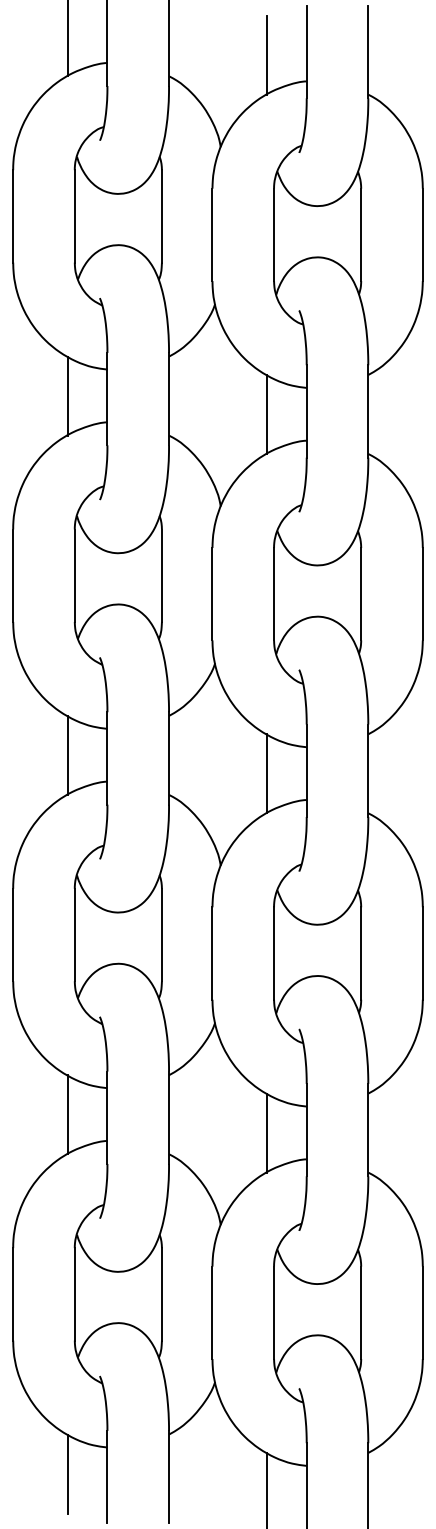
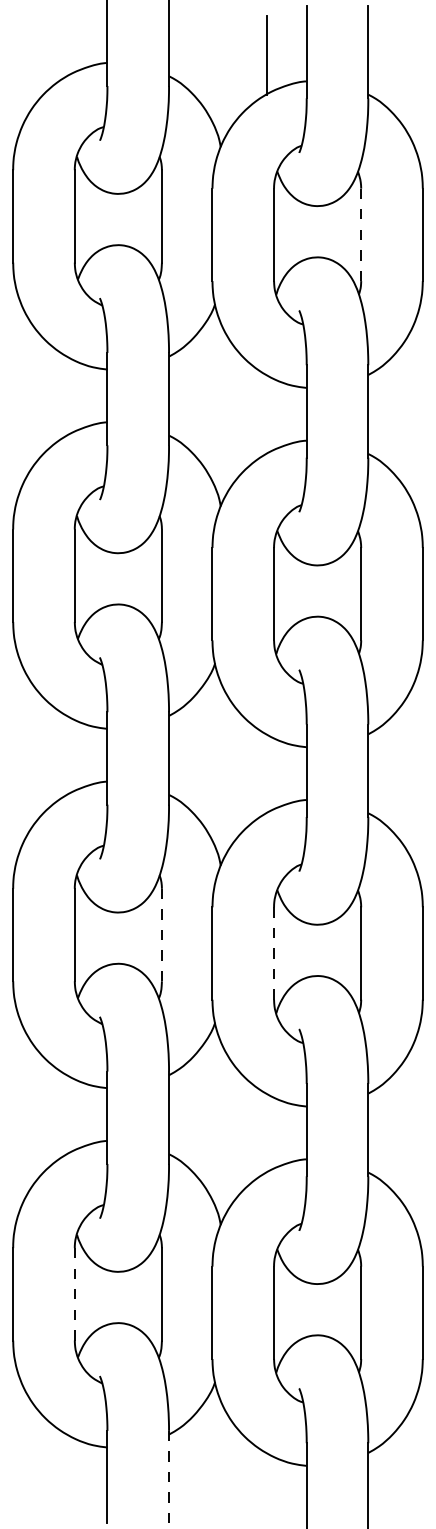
line at (67, 39): present -> none
line at (361, 235): solid -> dashed
line at (67, 395): present -> none
line at (266, 414): present -> none
line at (67, 754): present -> none
line at (266, 773): present -> none
line at (161, 935): solid -> dashed
line at (274, 953): solid -> dashed
line at (67, 1114): present -> none
line at (266, 1132): present -> none
line at (74, 1293): solid -> dashed
line at (67, 1473): present -> none
line at (169, 1476): solid -> dashed
line at (266, 1488): present -> none
